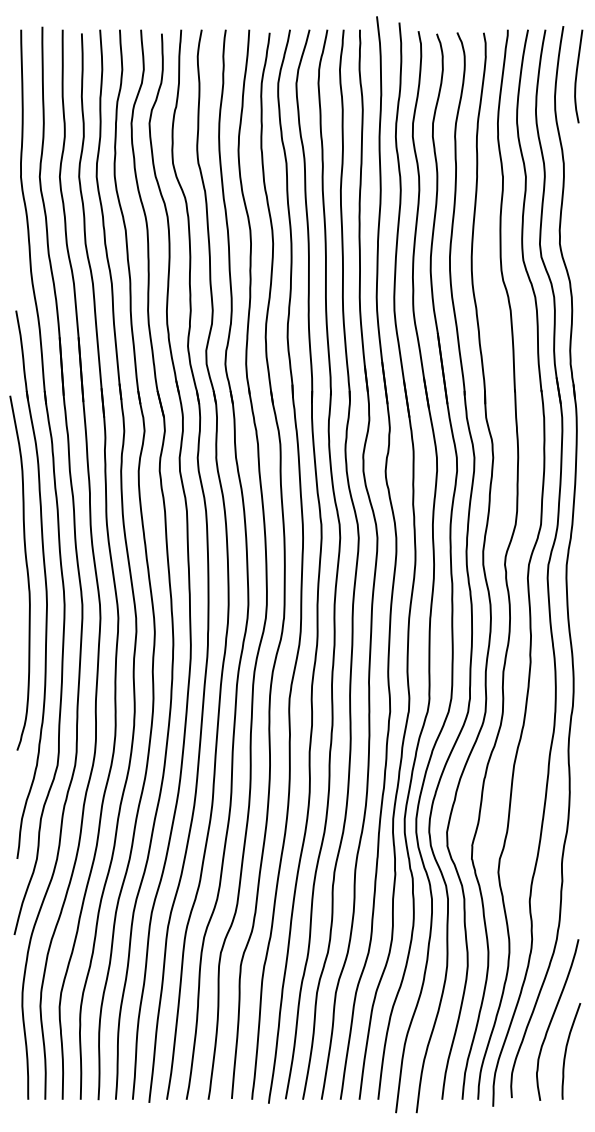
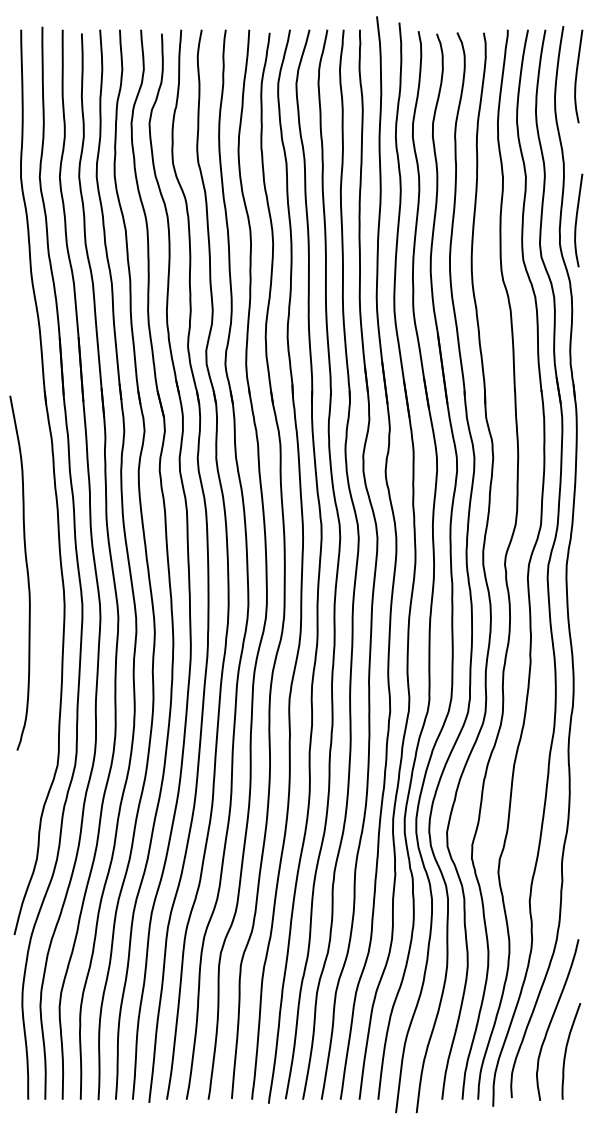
curve at (577, 220): none -> present
part at (44, 580): present -> none
